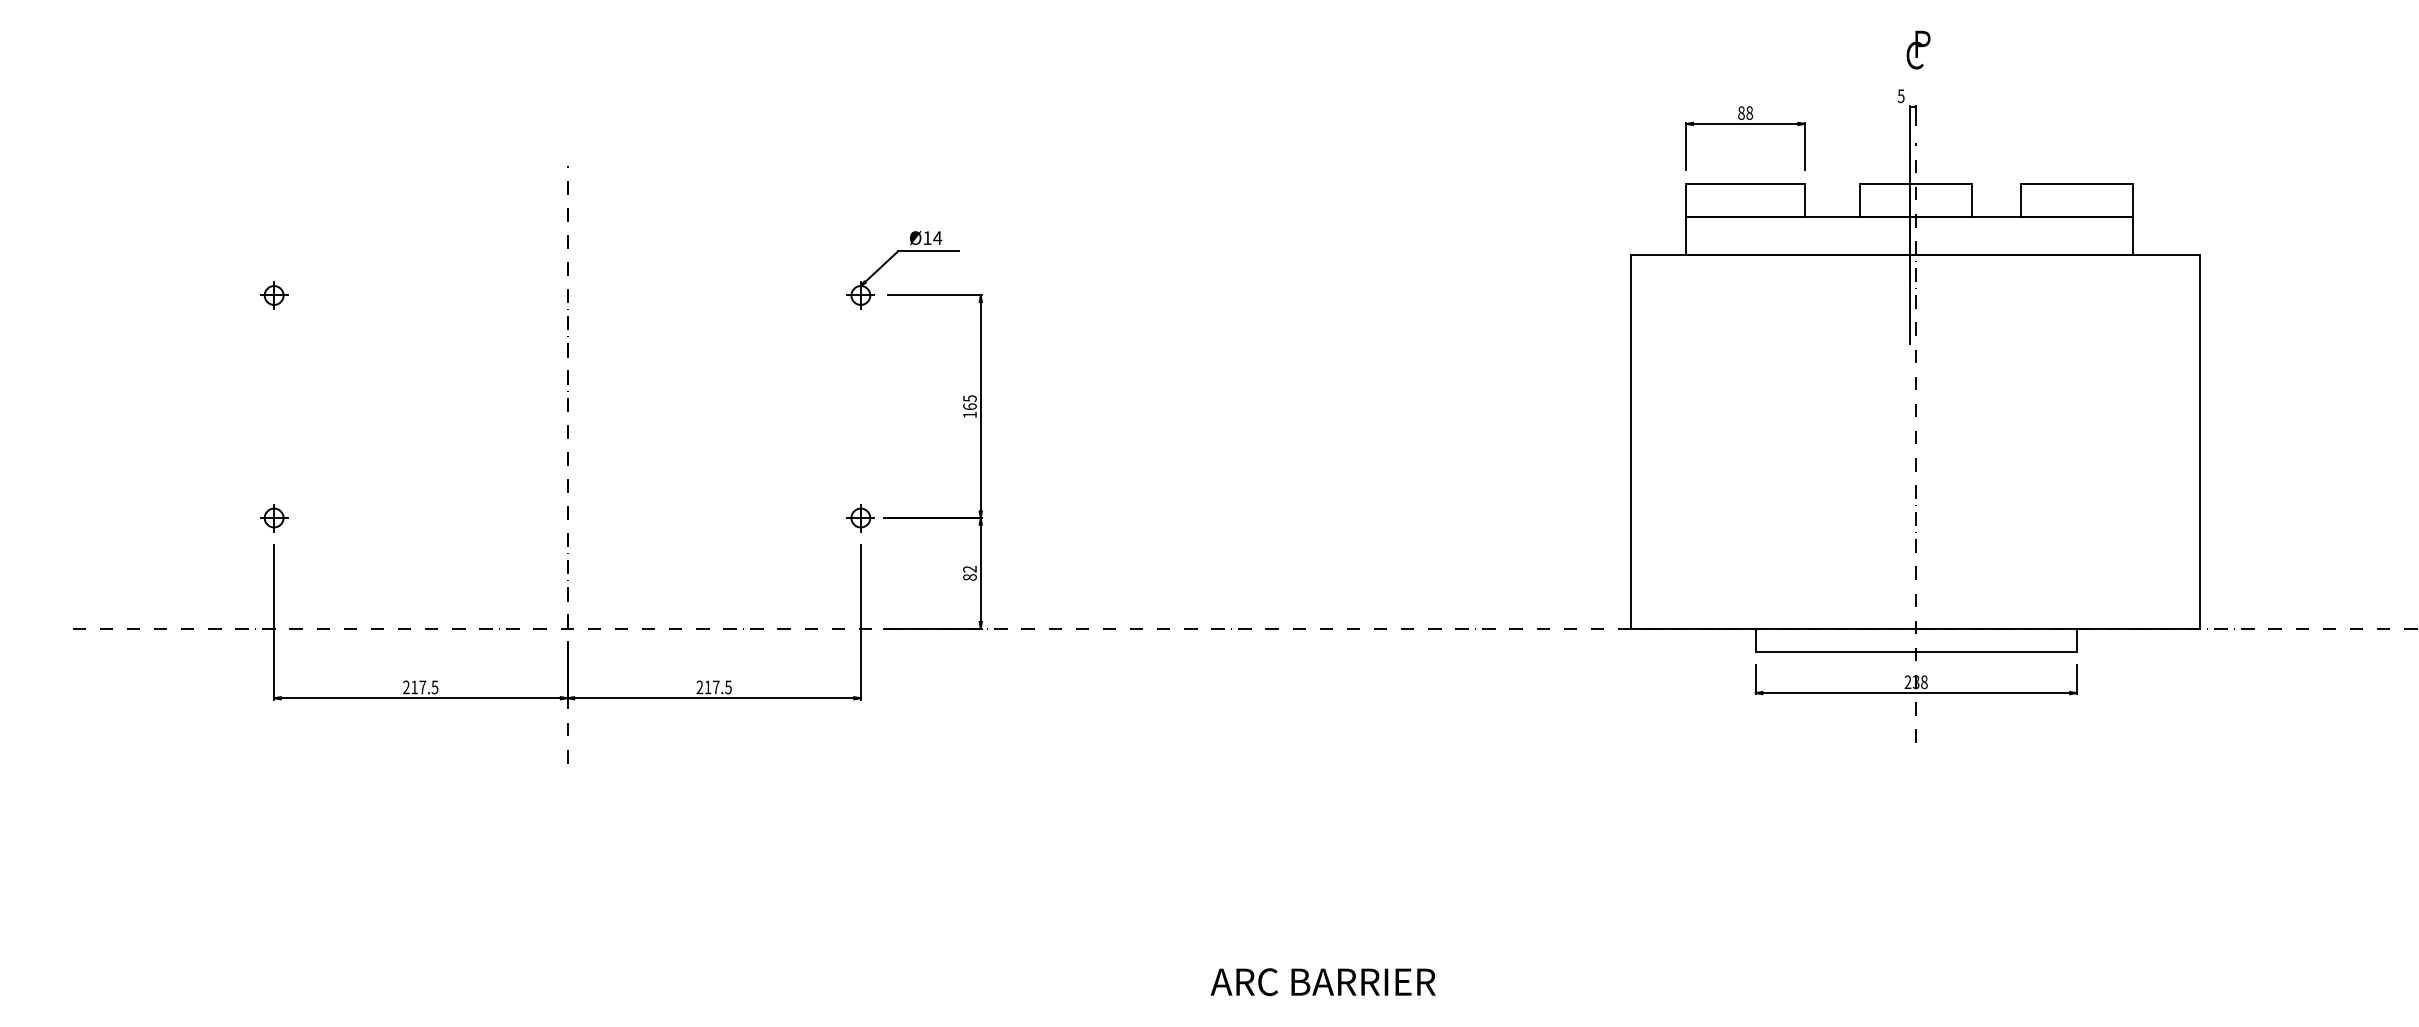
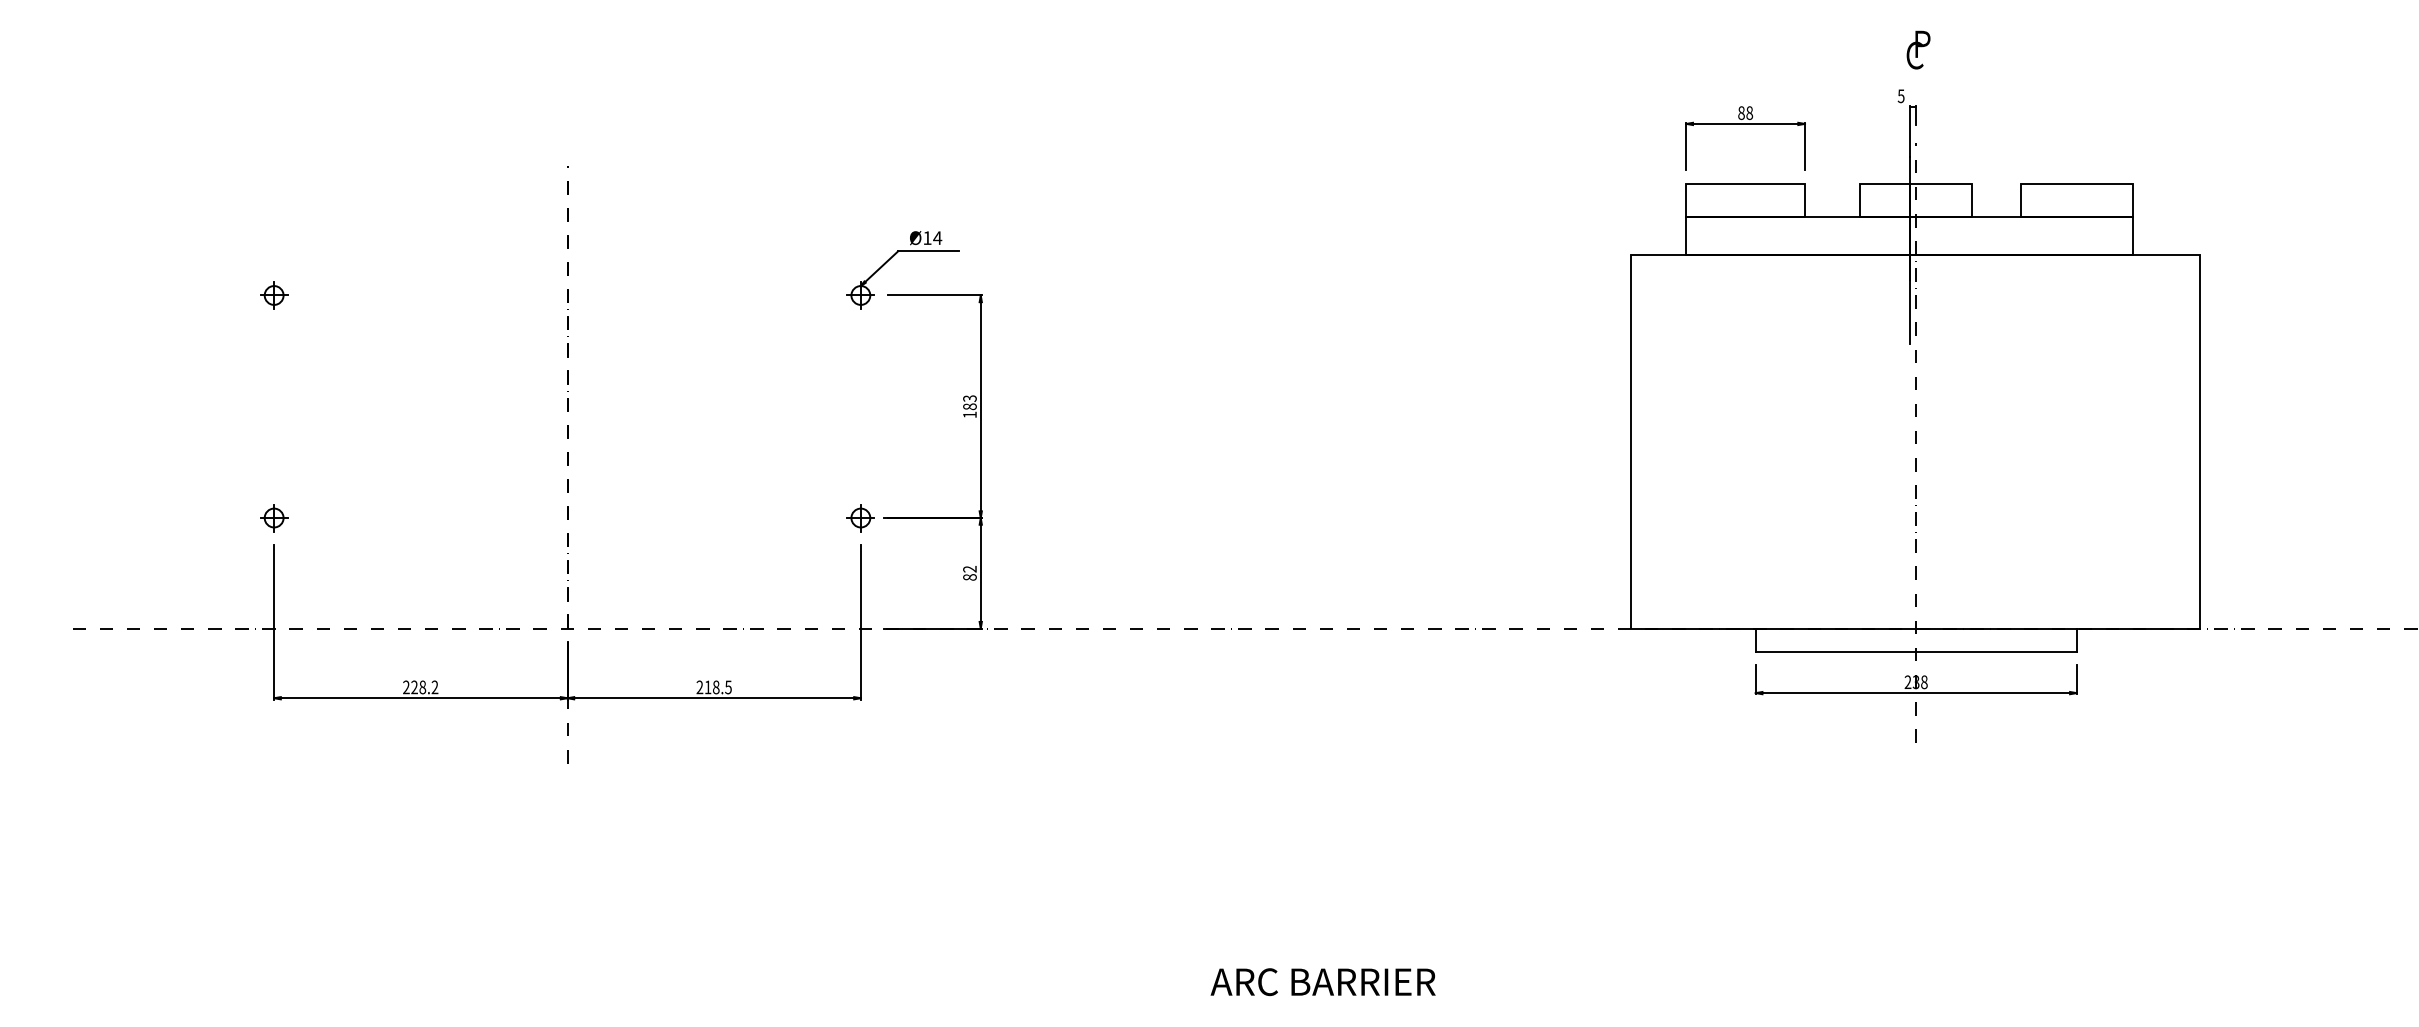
text at (969, 402): 165 -> 183
text at (424, 687): 217.5 -> 228.2
text at (716, 687): 217.5 -> 218.5
